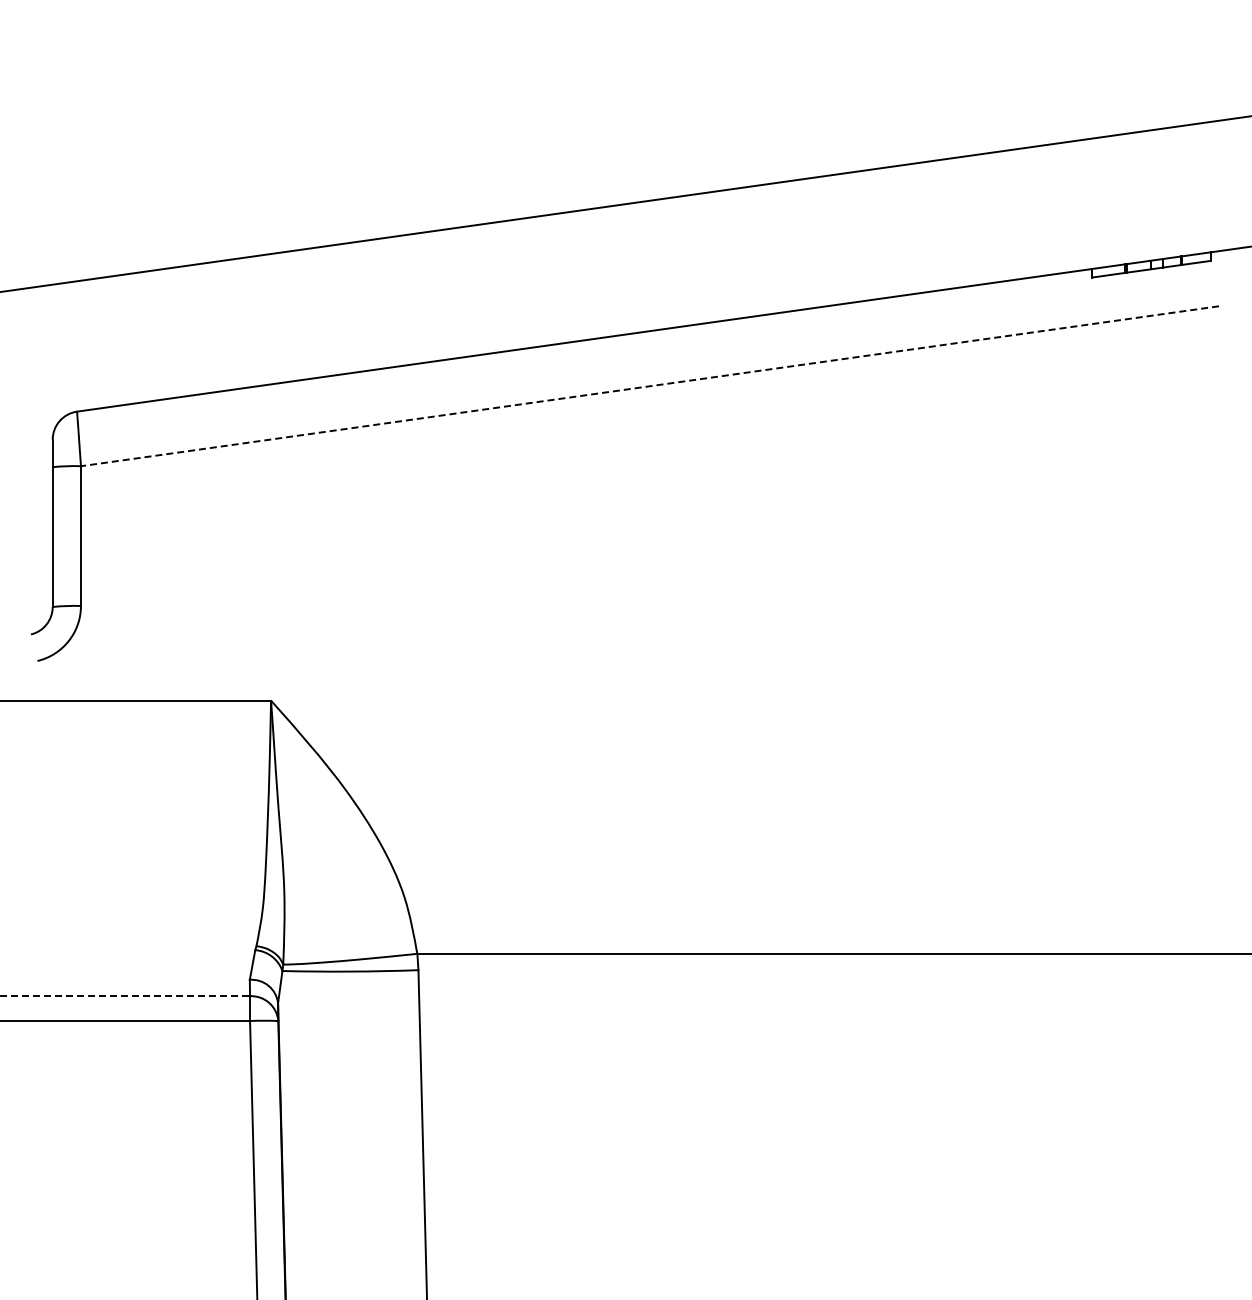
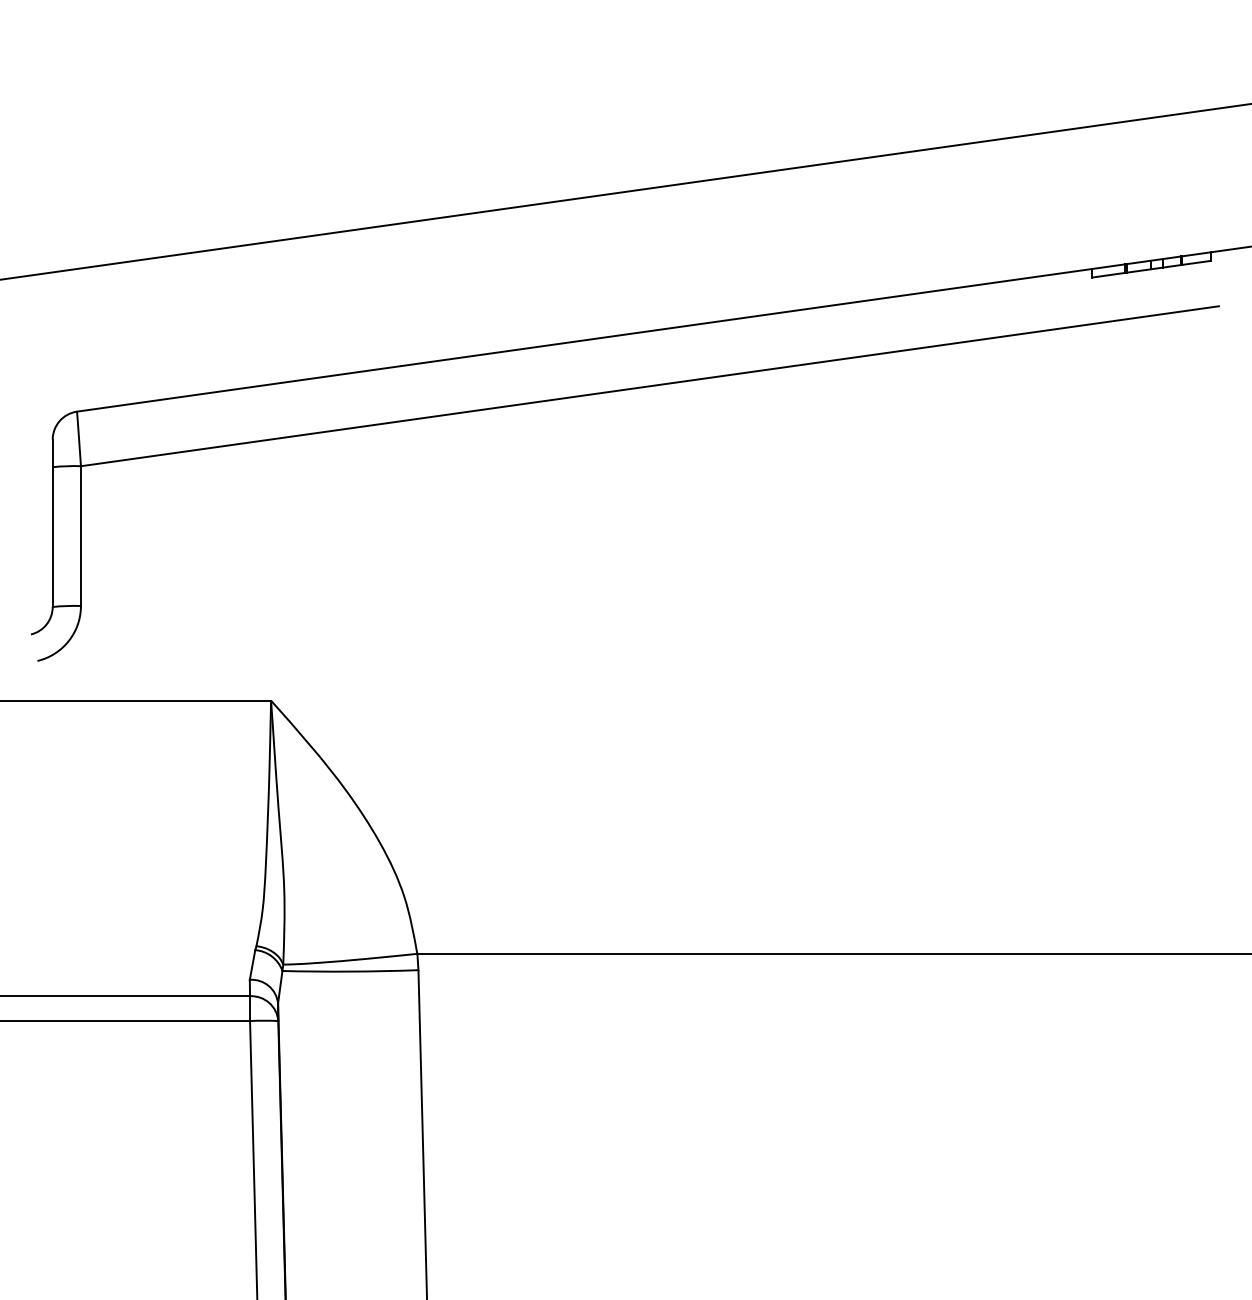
line at (625, 203) position: (625, 203) -> (625, 191)
line at (649, 386): dashed -> solid
line at (125, 996): dashed -> solid
